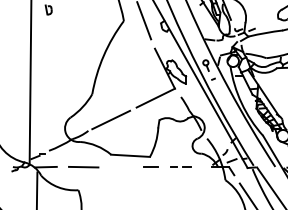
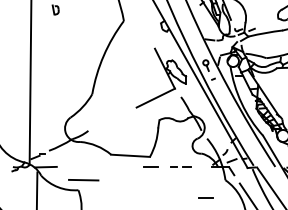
part at (48, 9) position: (48, 9) -> (55, 9)
line at (144, 20): present -> none
line at (111, 119): present -> none
line at (83, 167) position: (83, 167) -> (83, 180)
line at (205, 197): none -> present
